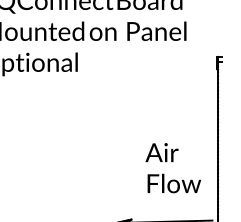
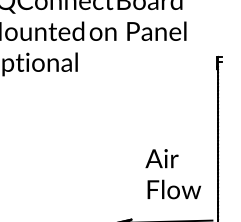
text at (173, 168) position: (173, 168) -> (173, 174)
